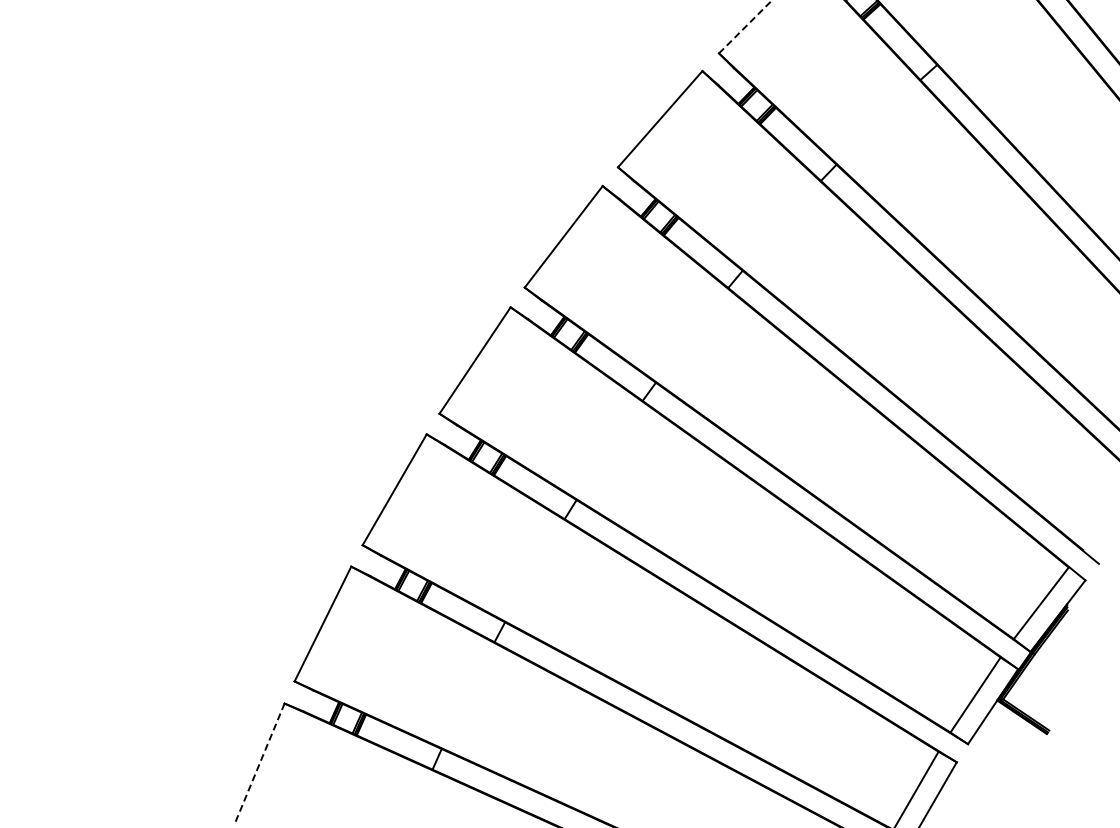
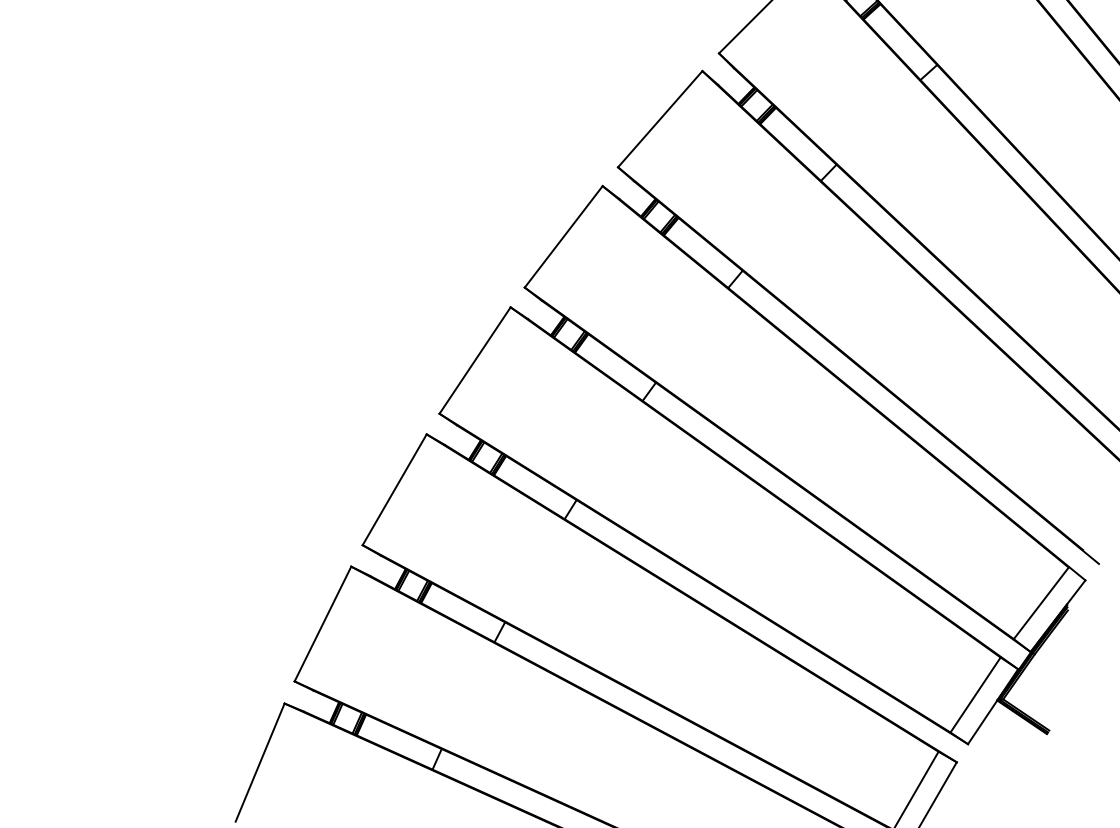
line at (745, 26): dashed -> solid
line at (260, 762): dashed -> solid
